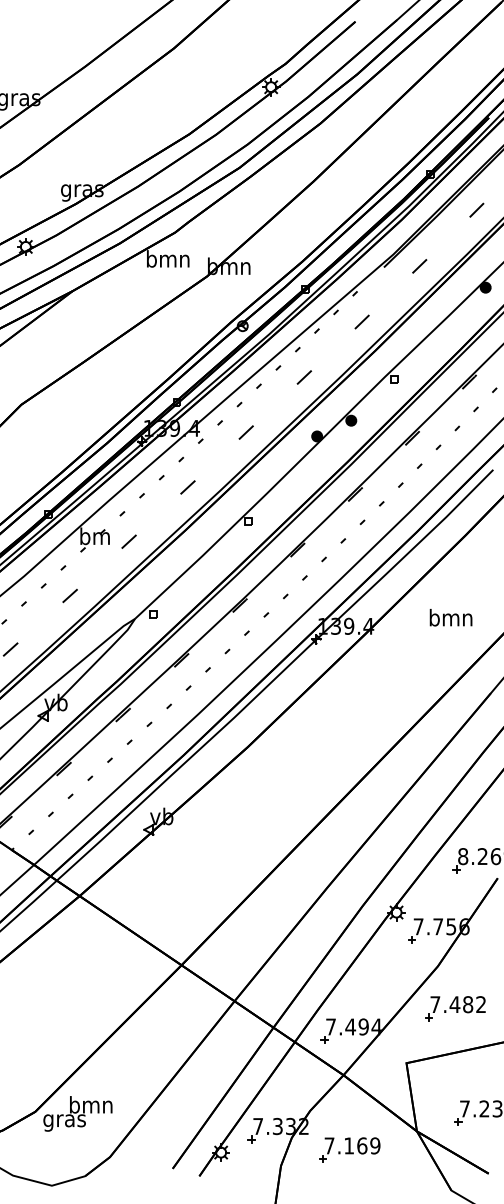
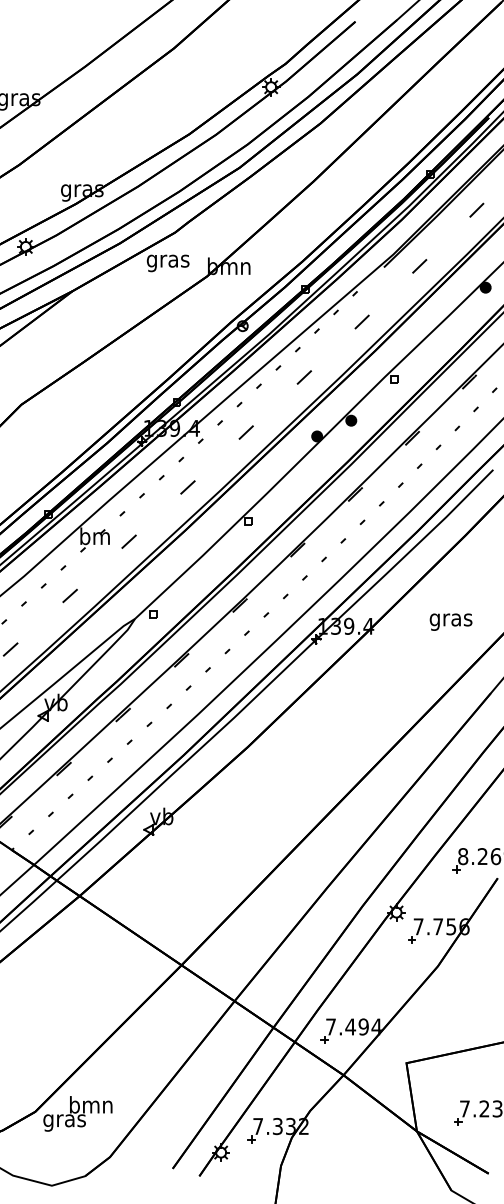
text at (168, 261): bmn -> gras
text at (450, 619): bmn -> gras
part at (455, 1008): present -> none
part at (349, 1149): present -> none
